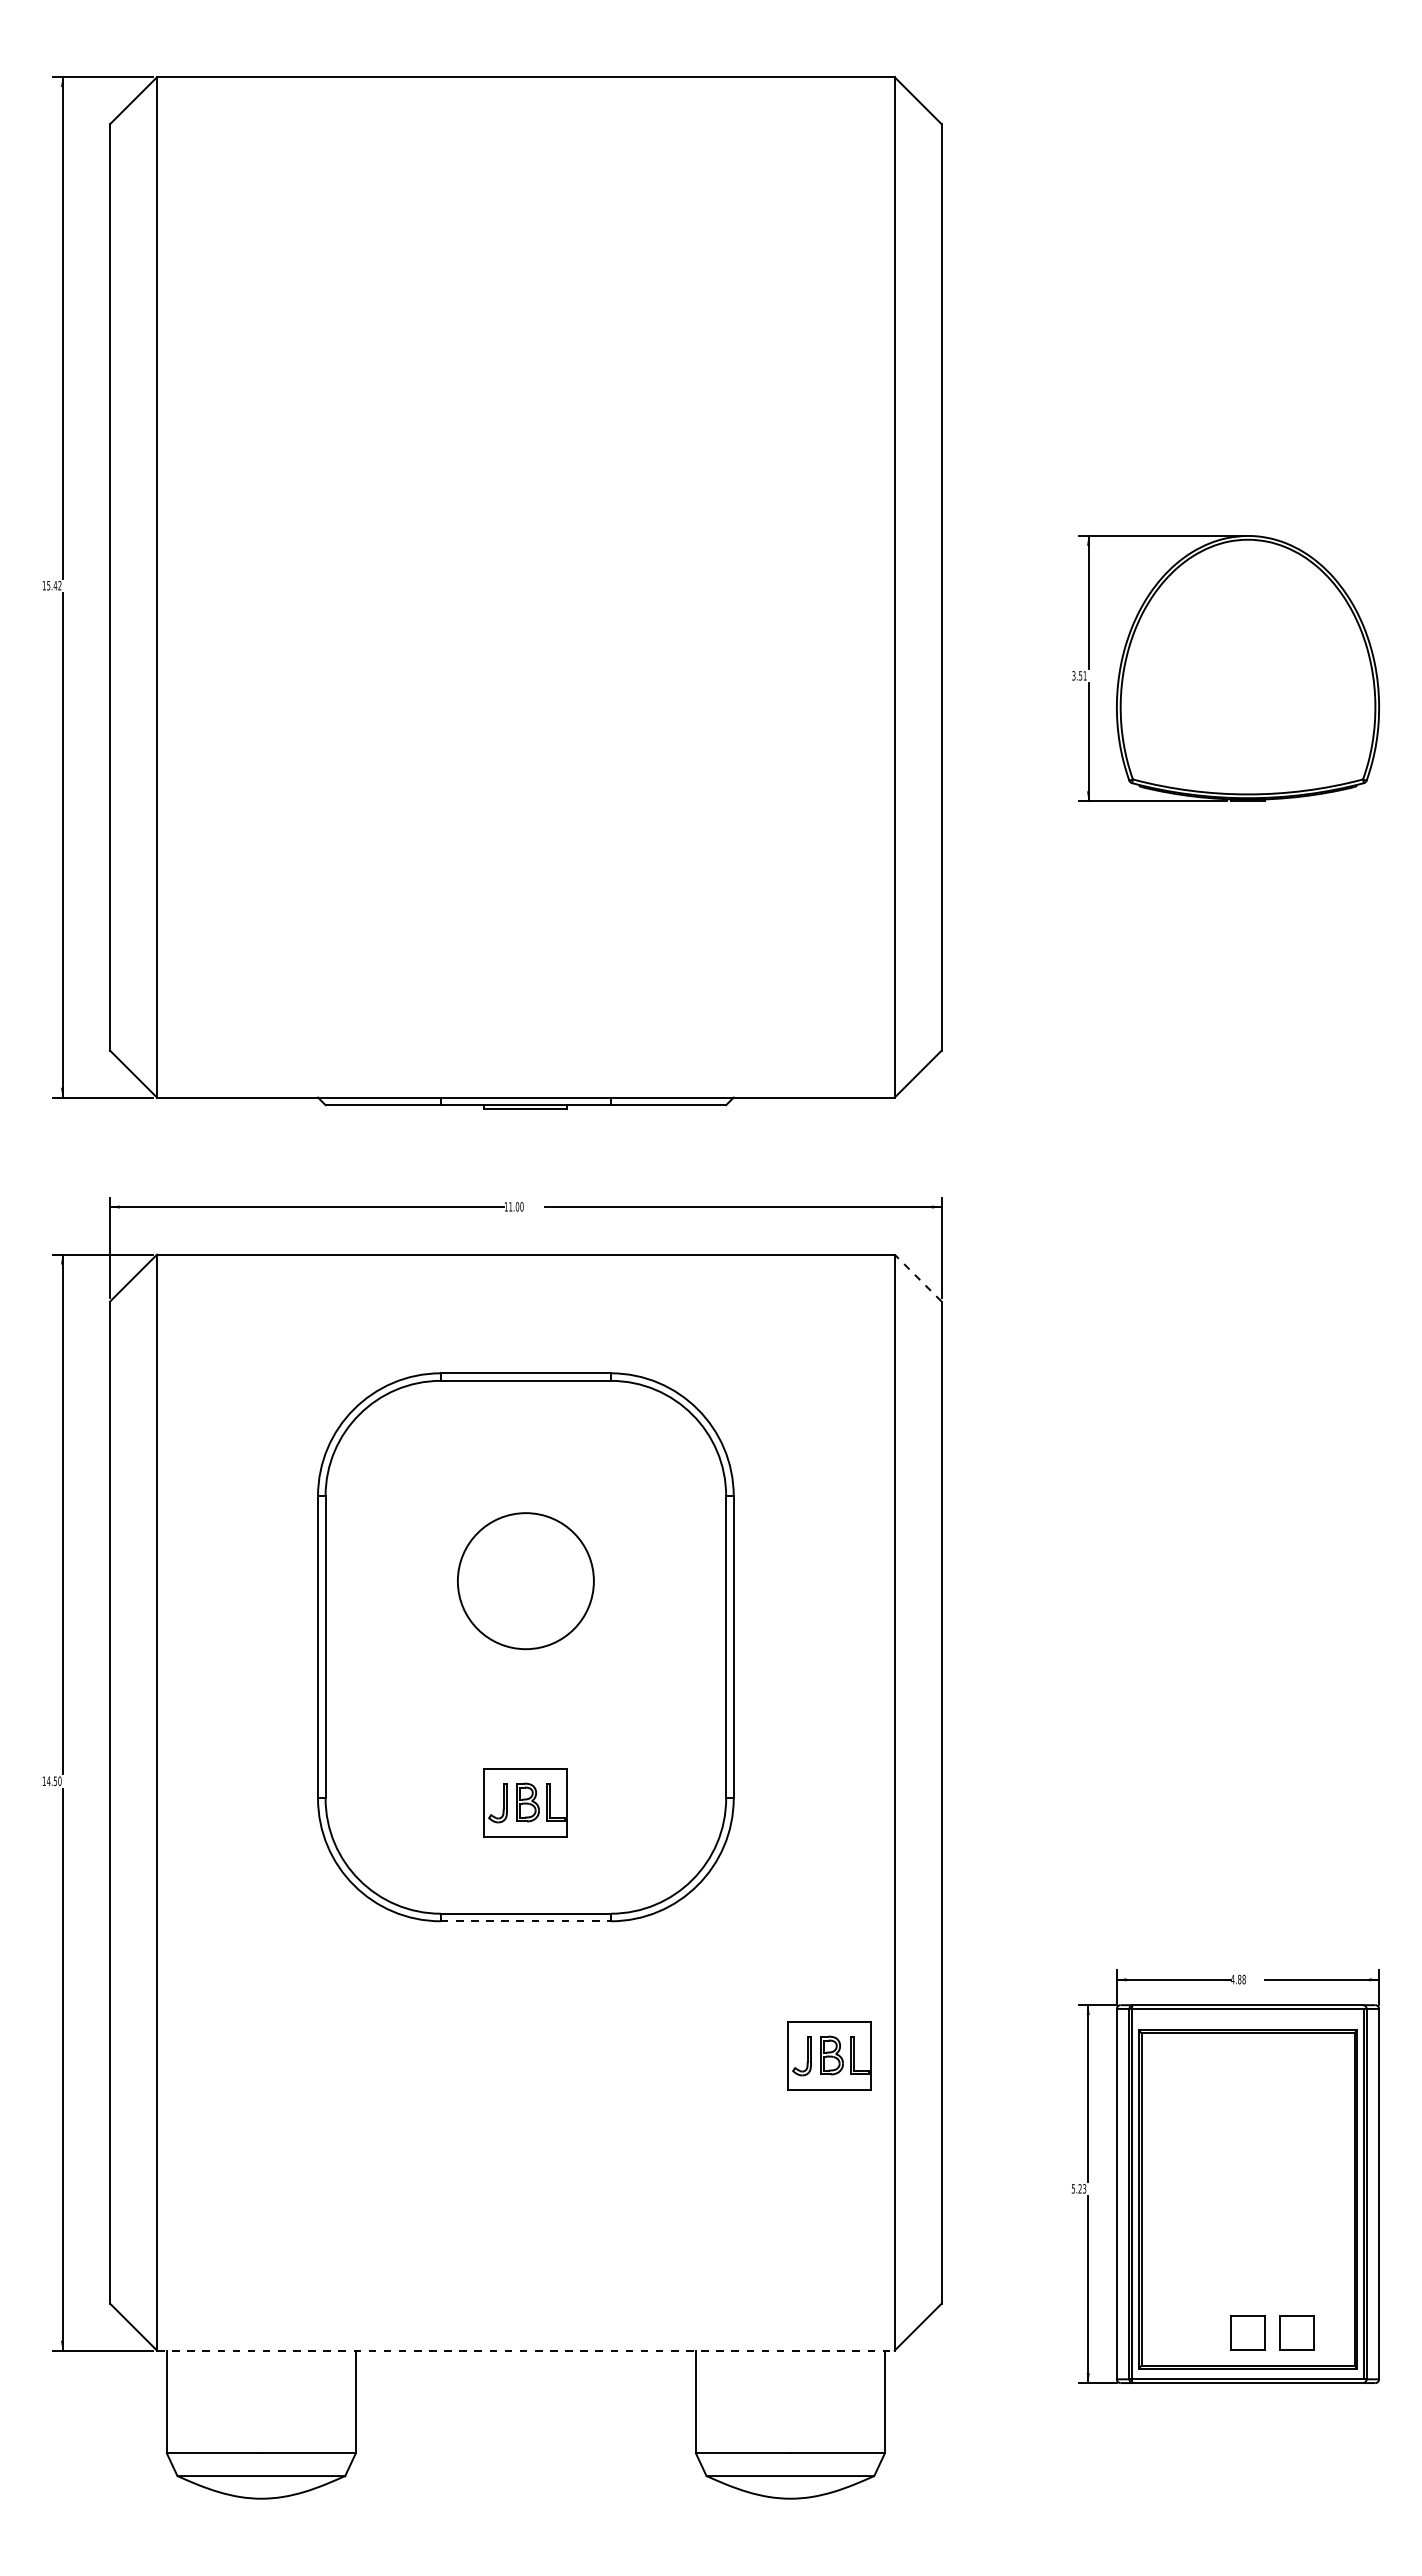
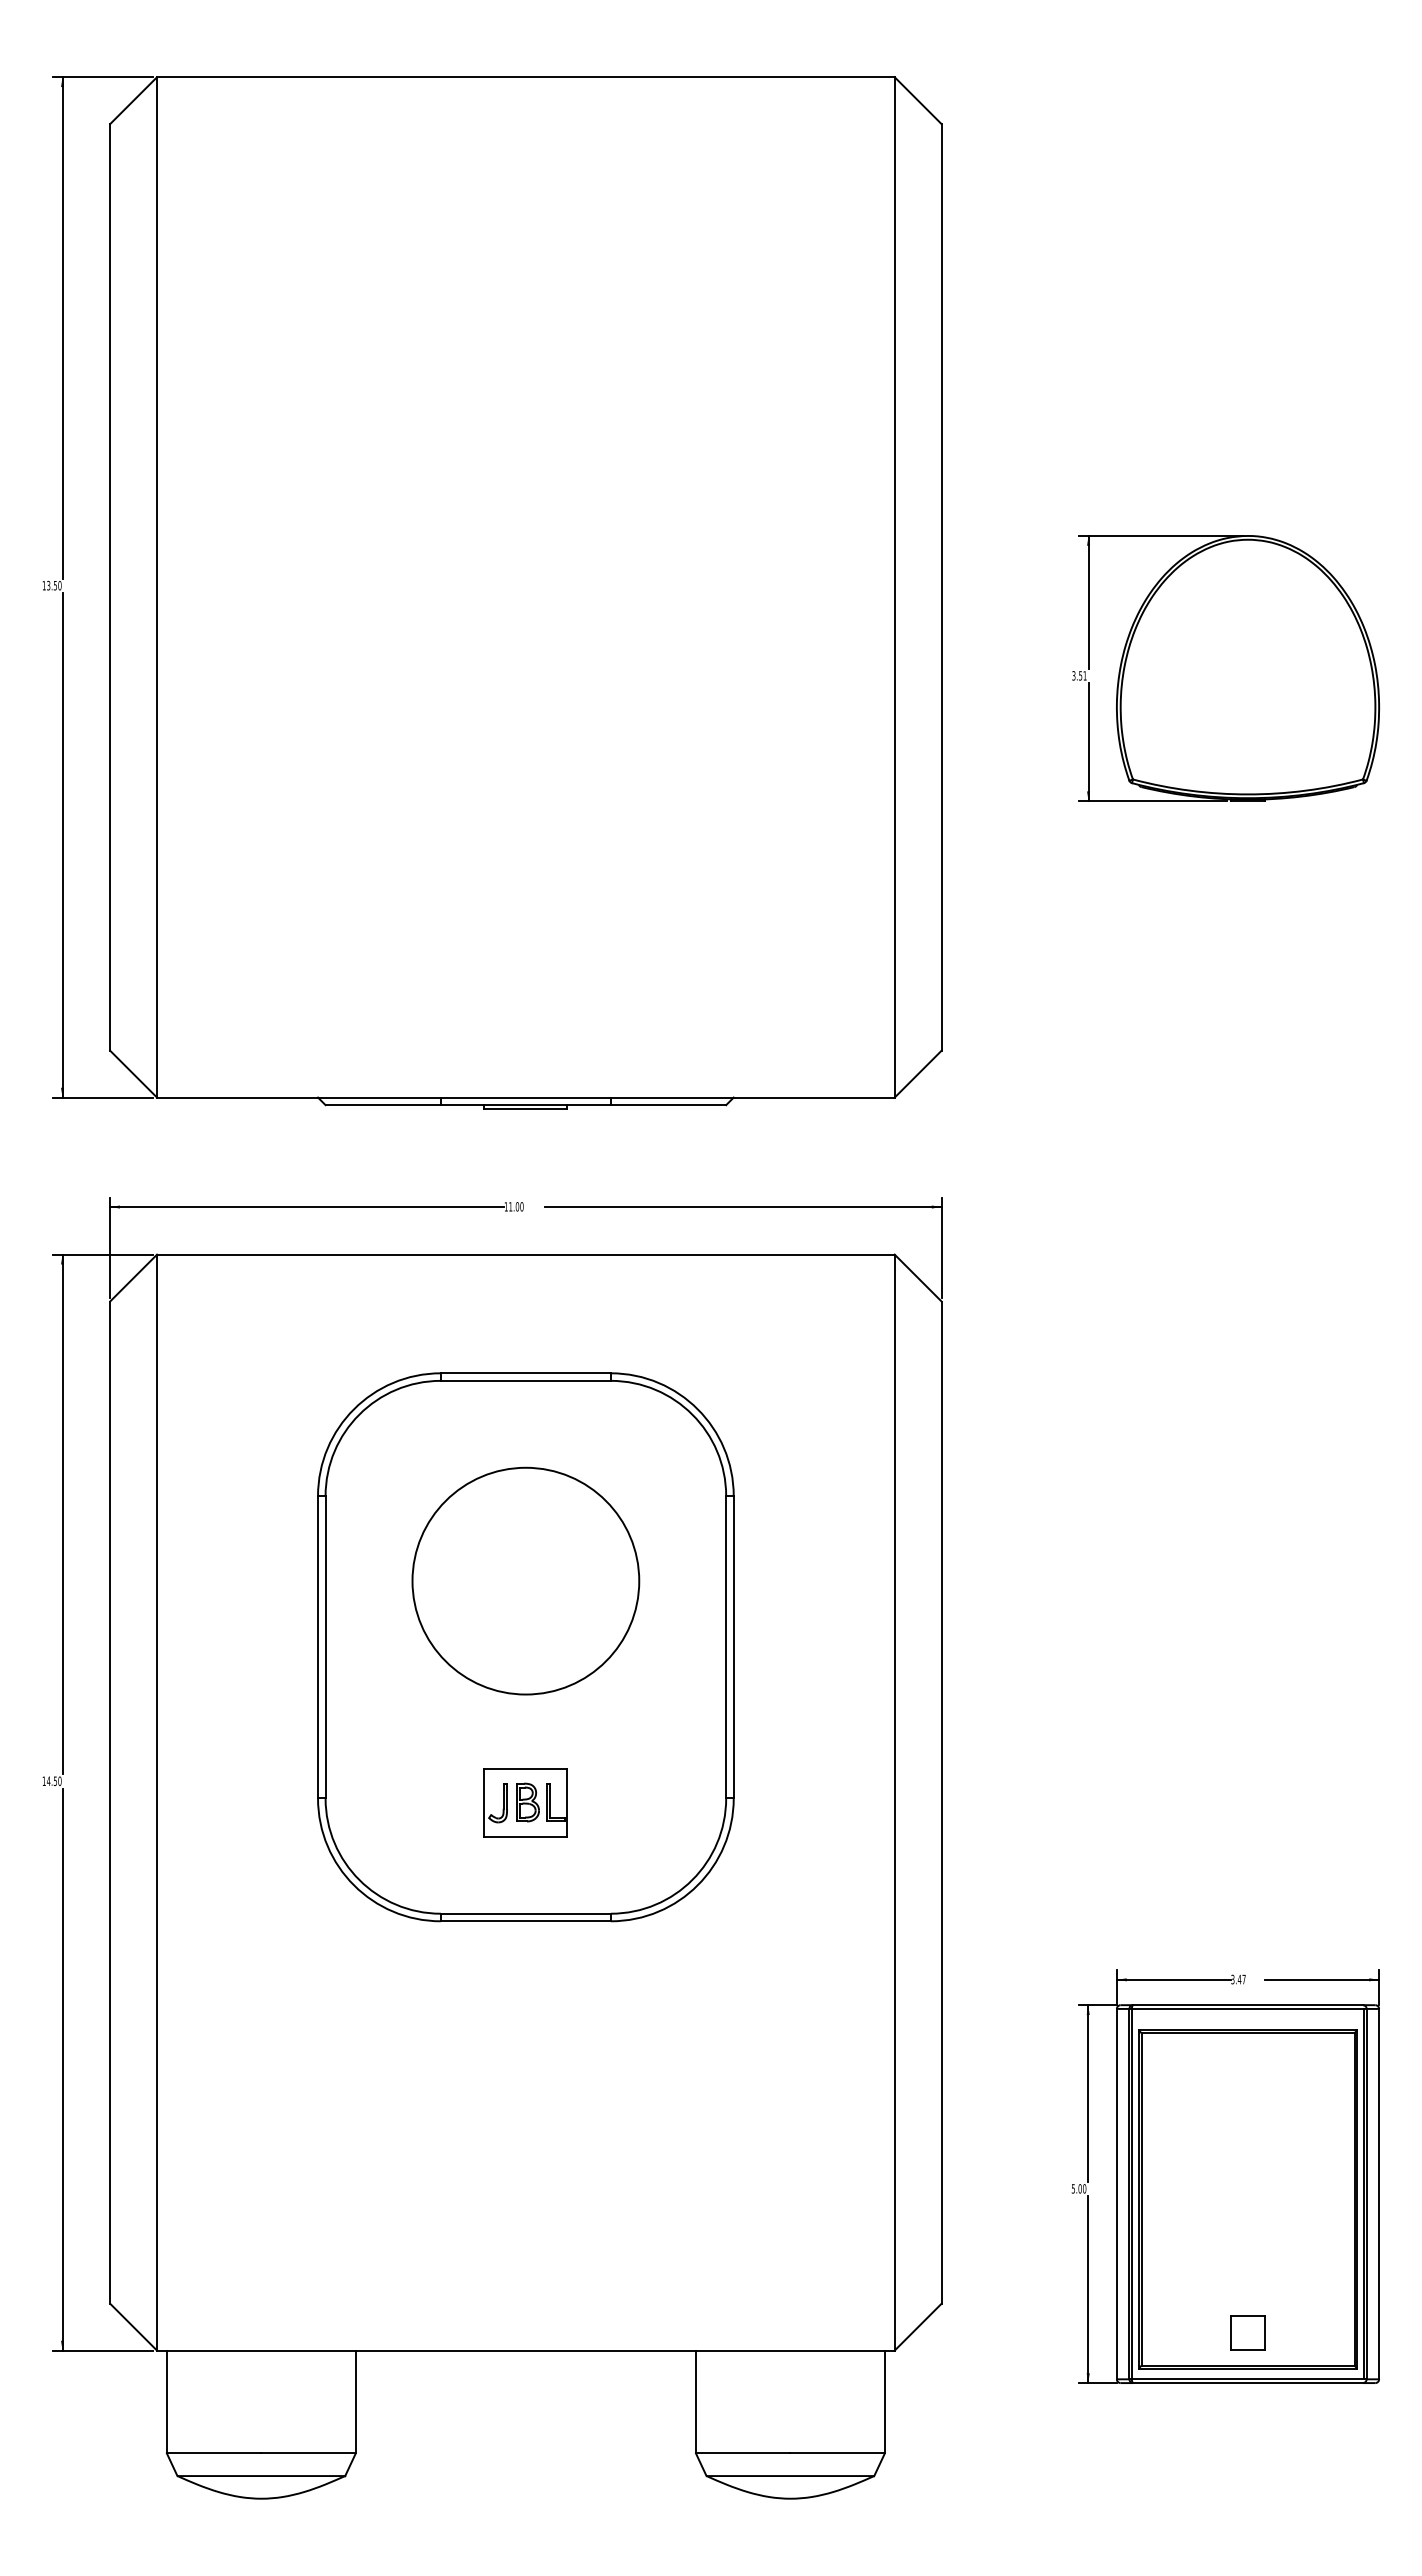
text at (54, 585): 15.42 -> 13.50
line at (917, 1277): dashed -> solid
circle at (525, 1581) diameter: 136 px -> 227 px
line at (526, 1921): dashed -> solid
text at (1238, 1979): 4.88 -> 3.47
part at (829, 2055): present -> none
text at (1082, 2188): 5.23 -> 5.00
part at (1296, 2332): present -> none
line at (525, 2350): dashed -> solid
